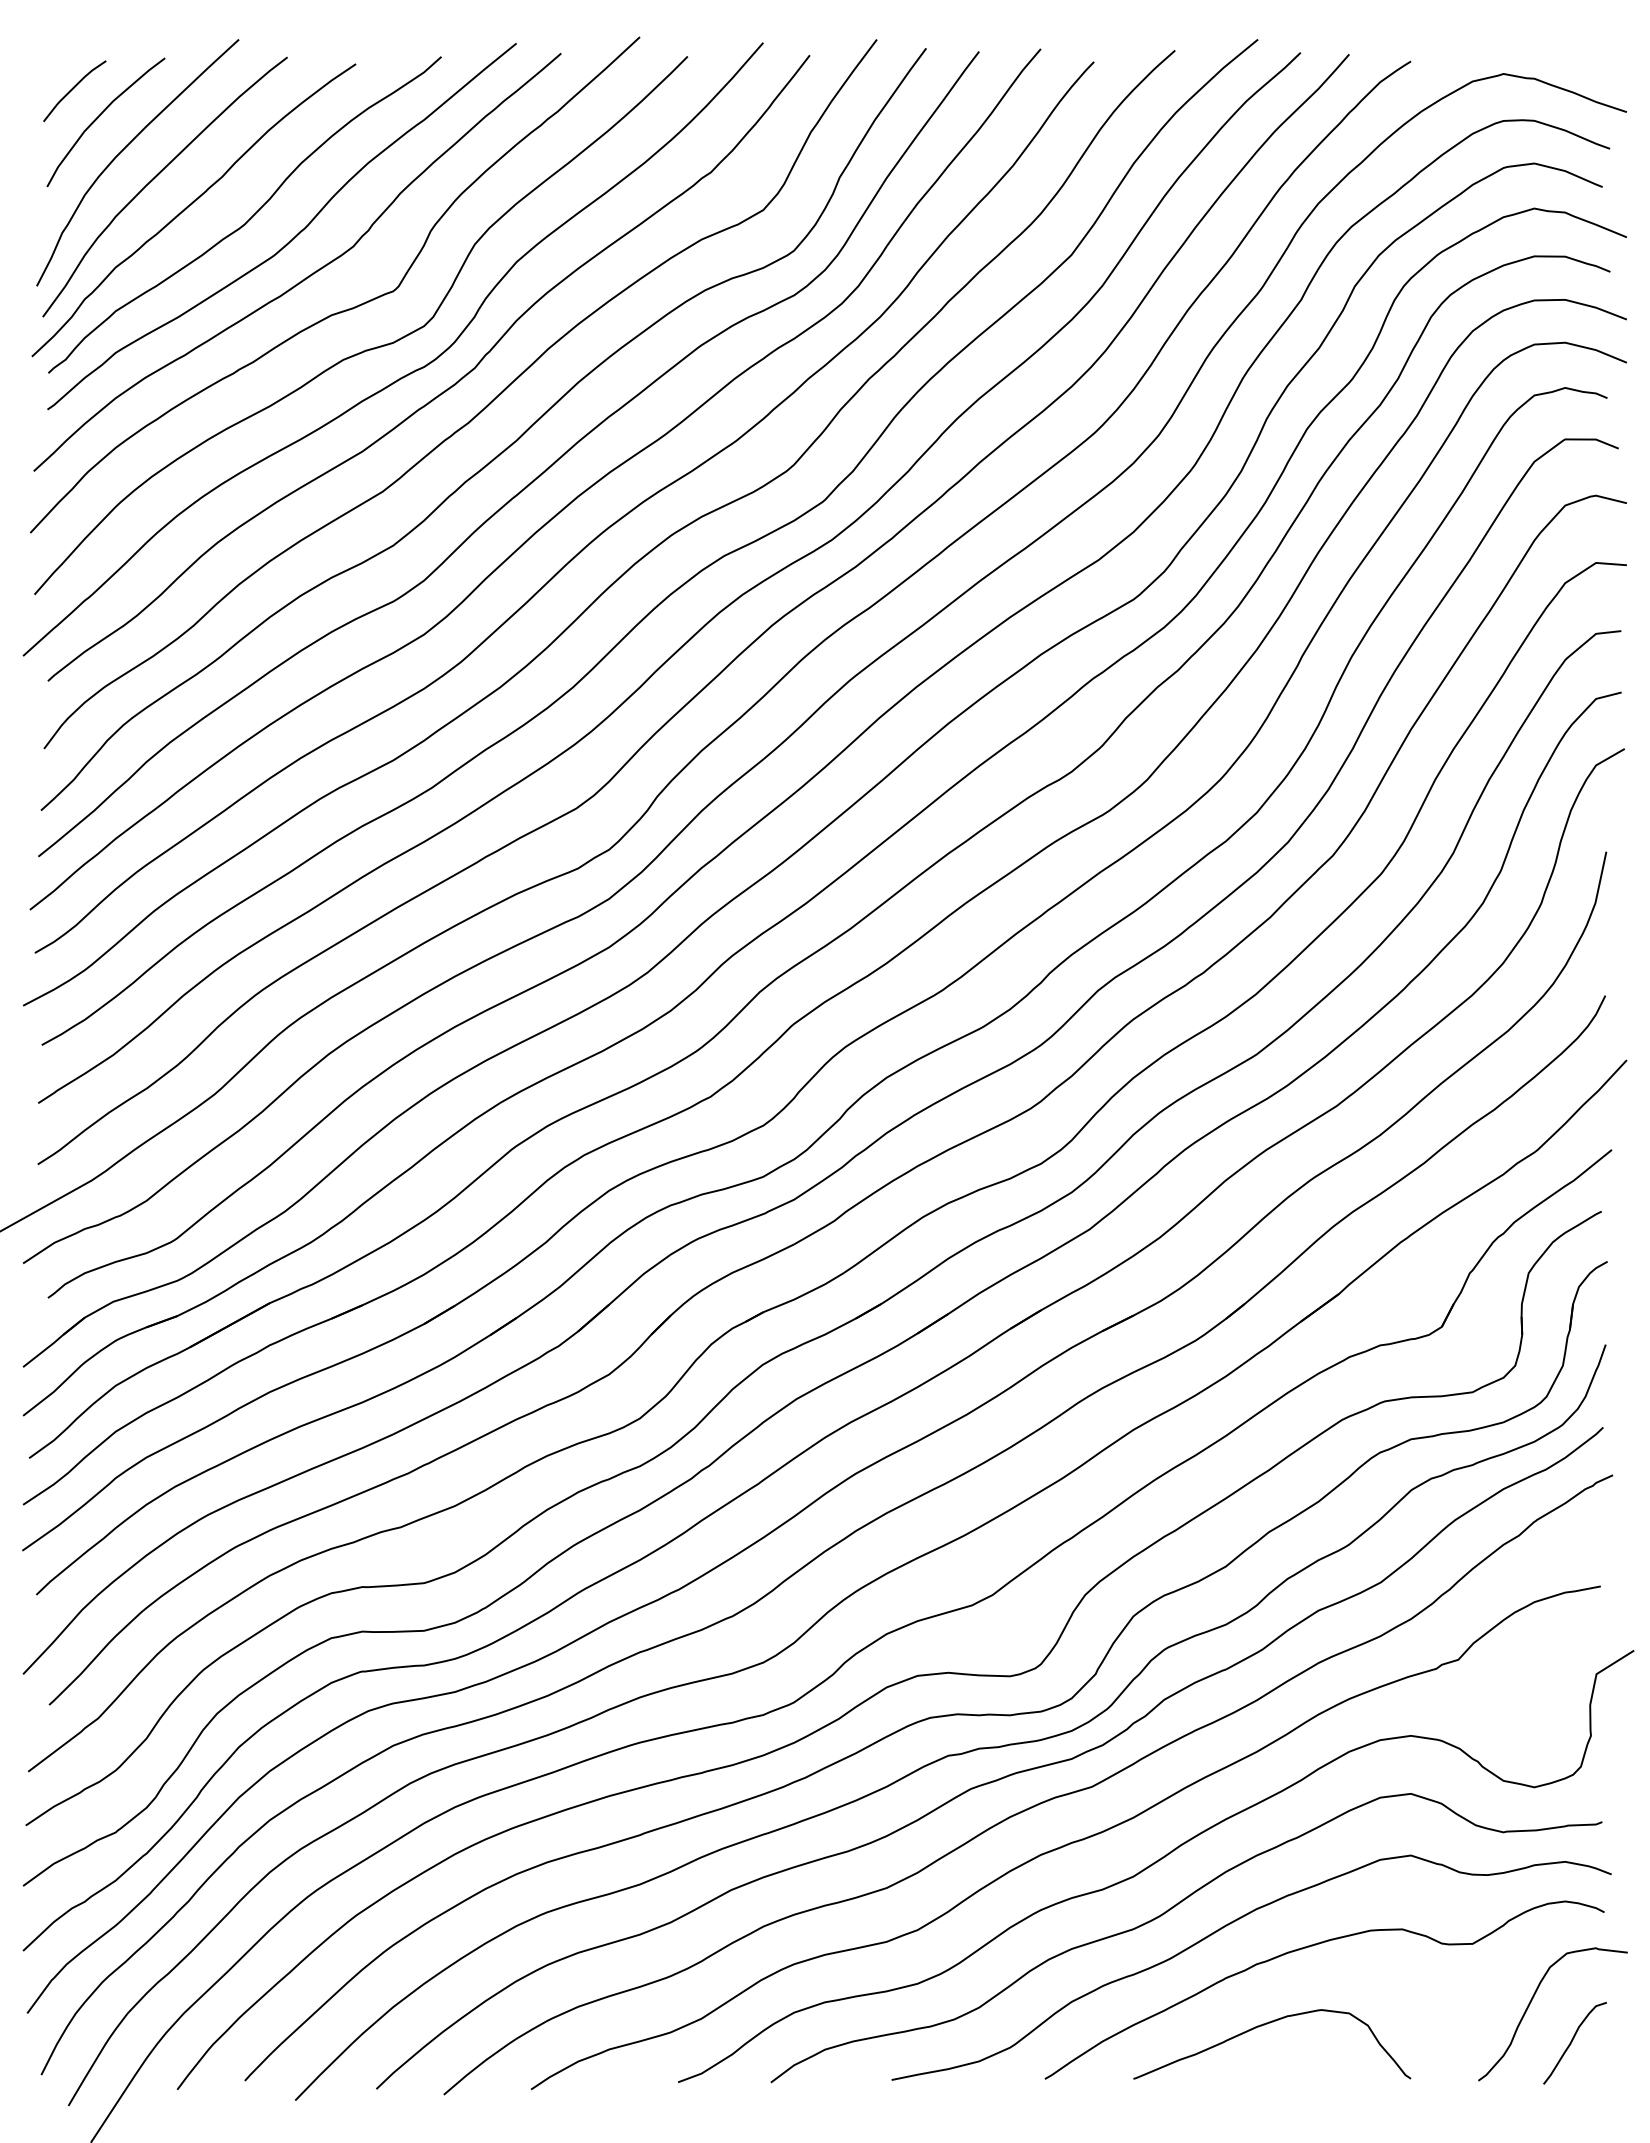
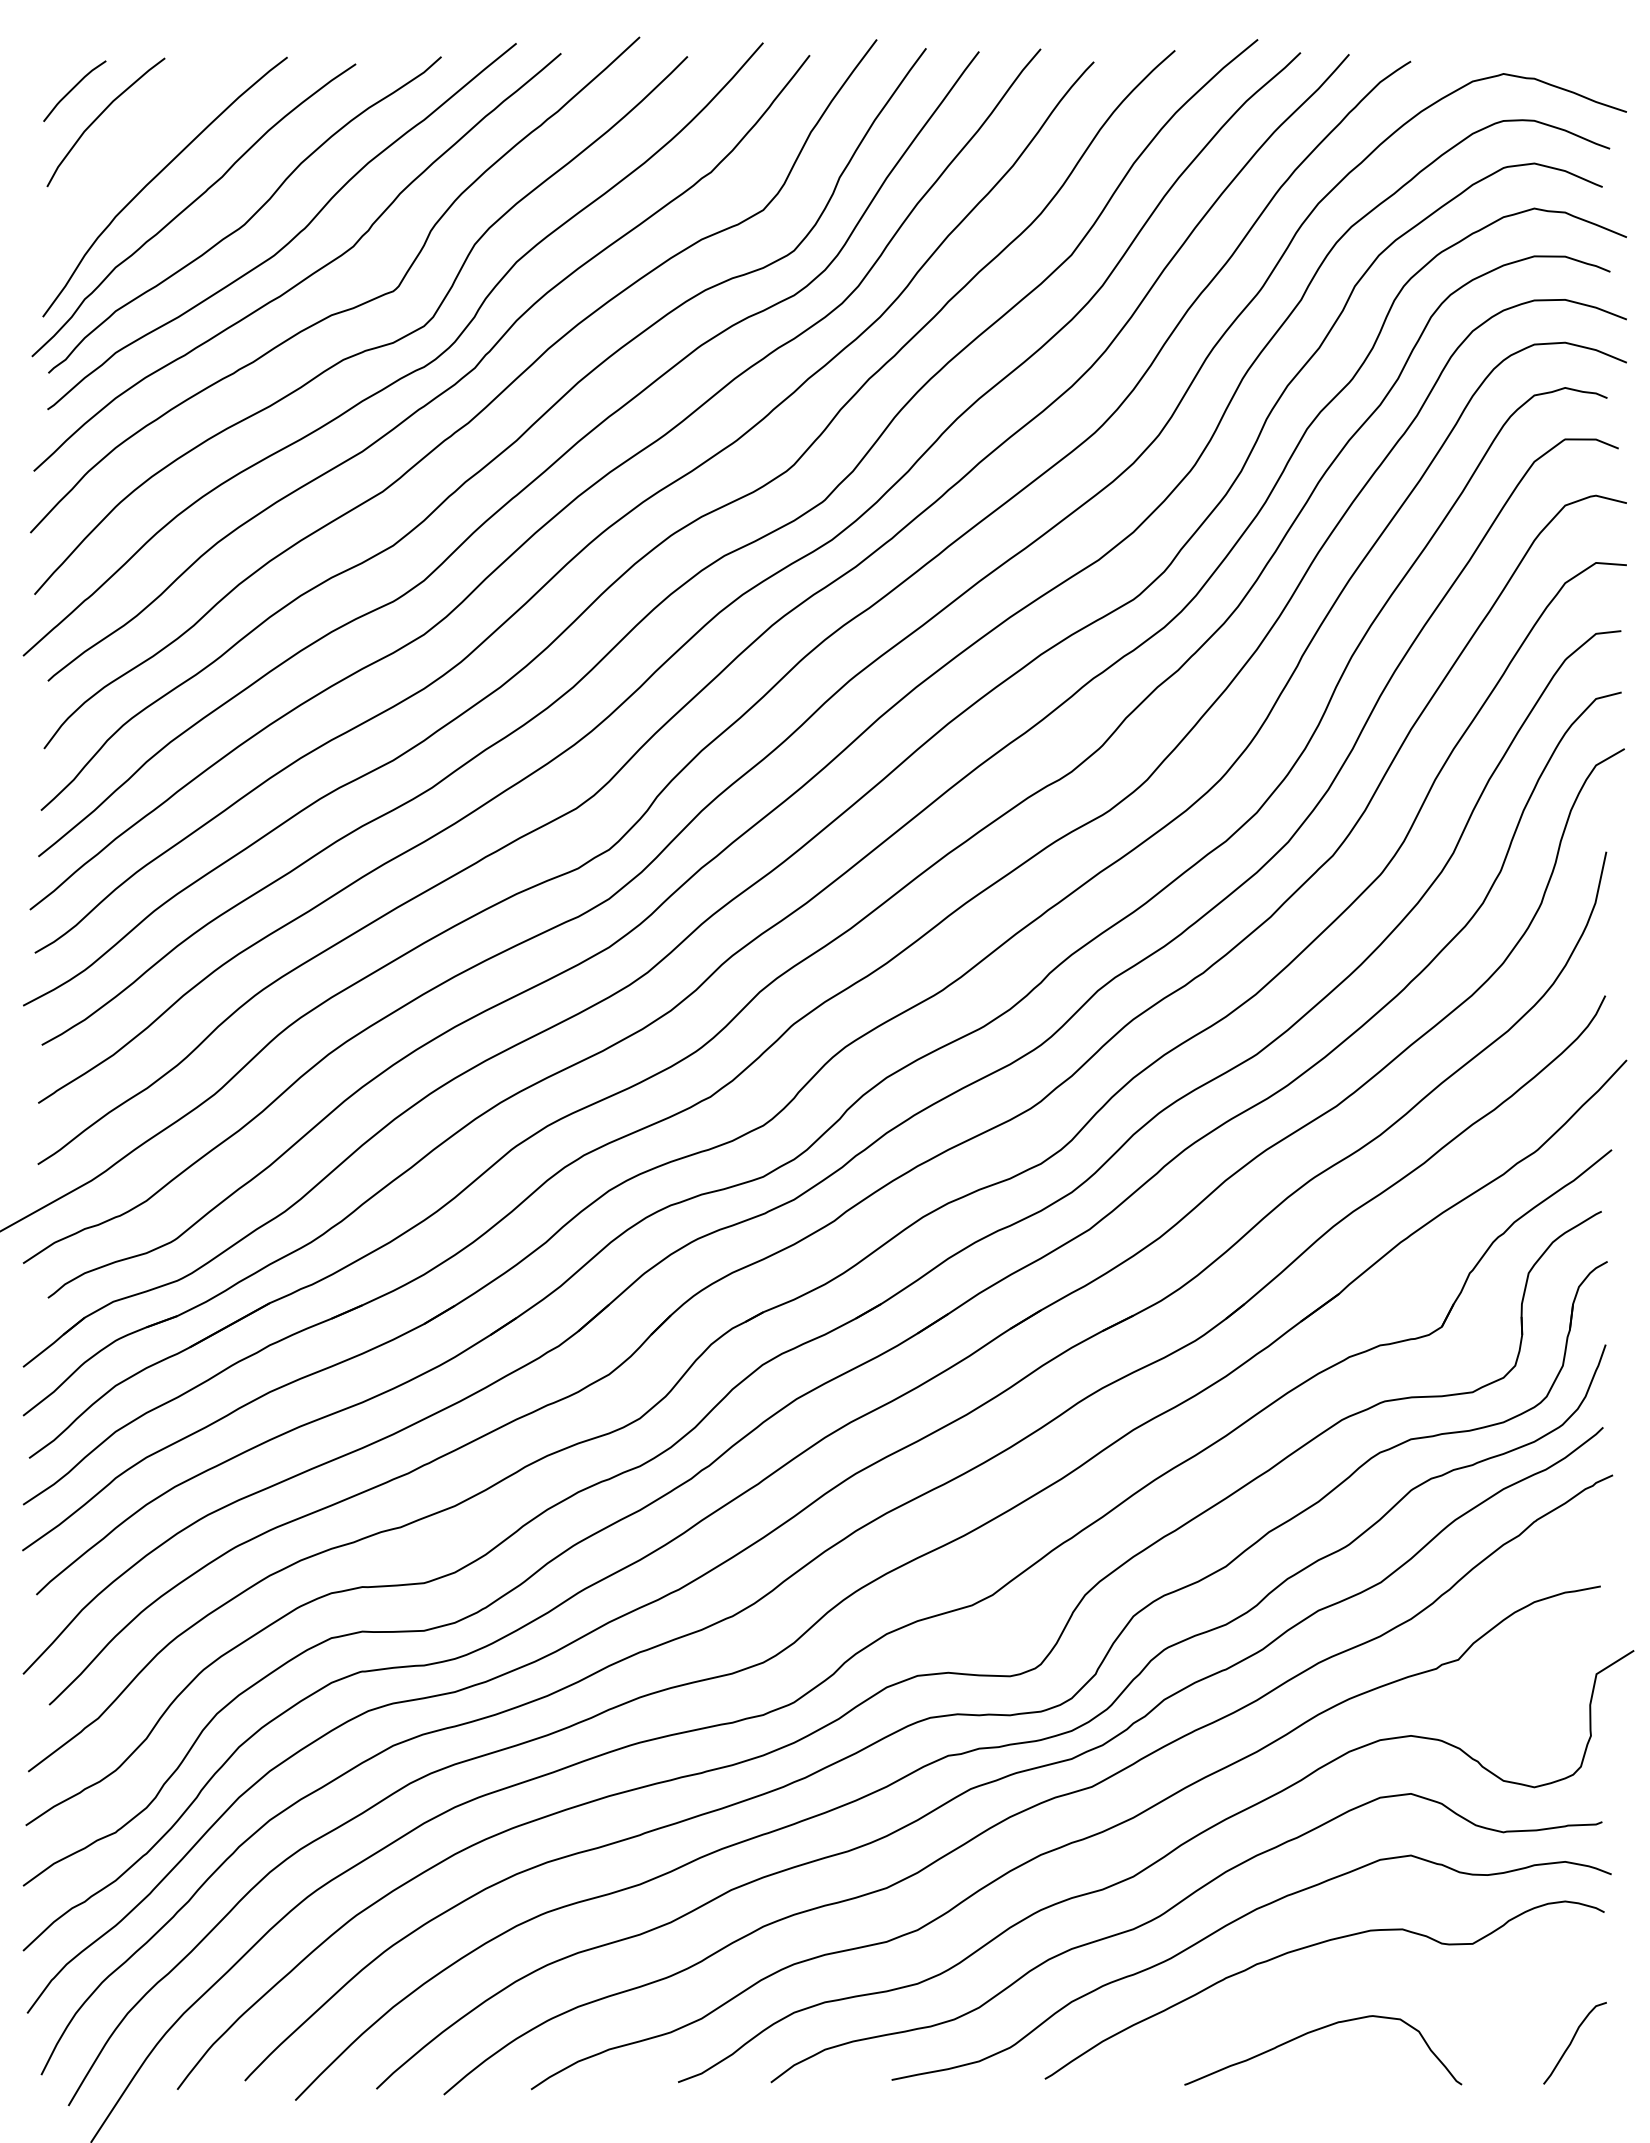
curve at (124, 149): present -> none
curve at (1530, 2004): present -> none
curve at (1267, 2024) position: (1267, 2024) -> (1318, 2030)
